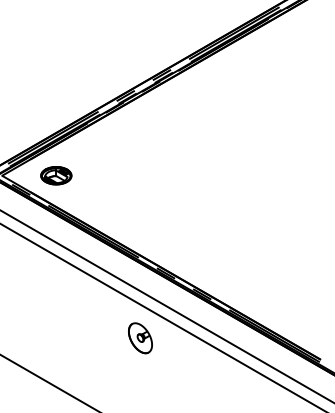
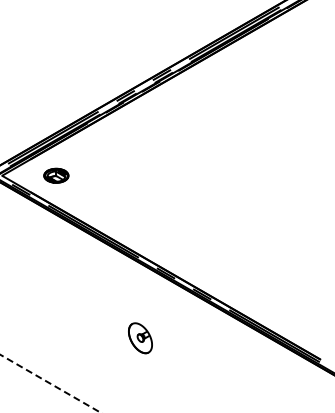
part at (56, 175) size: 33x20 px -> 27x17 px
line at (166, 306): present -> none
line at (162, 316): present -> none
line at (51, 384): solid -> dashed
